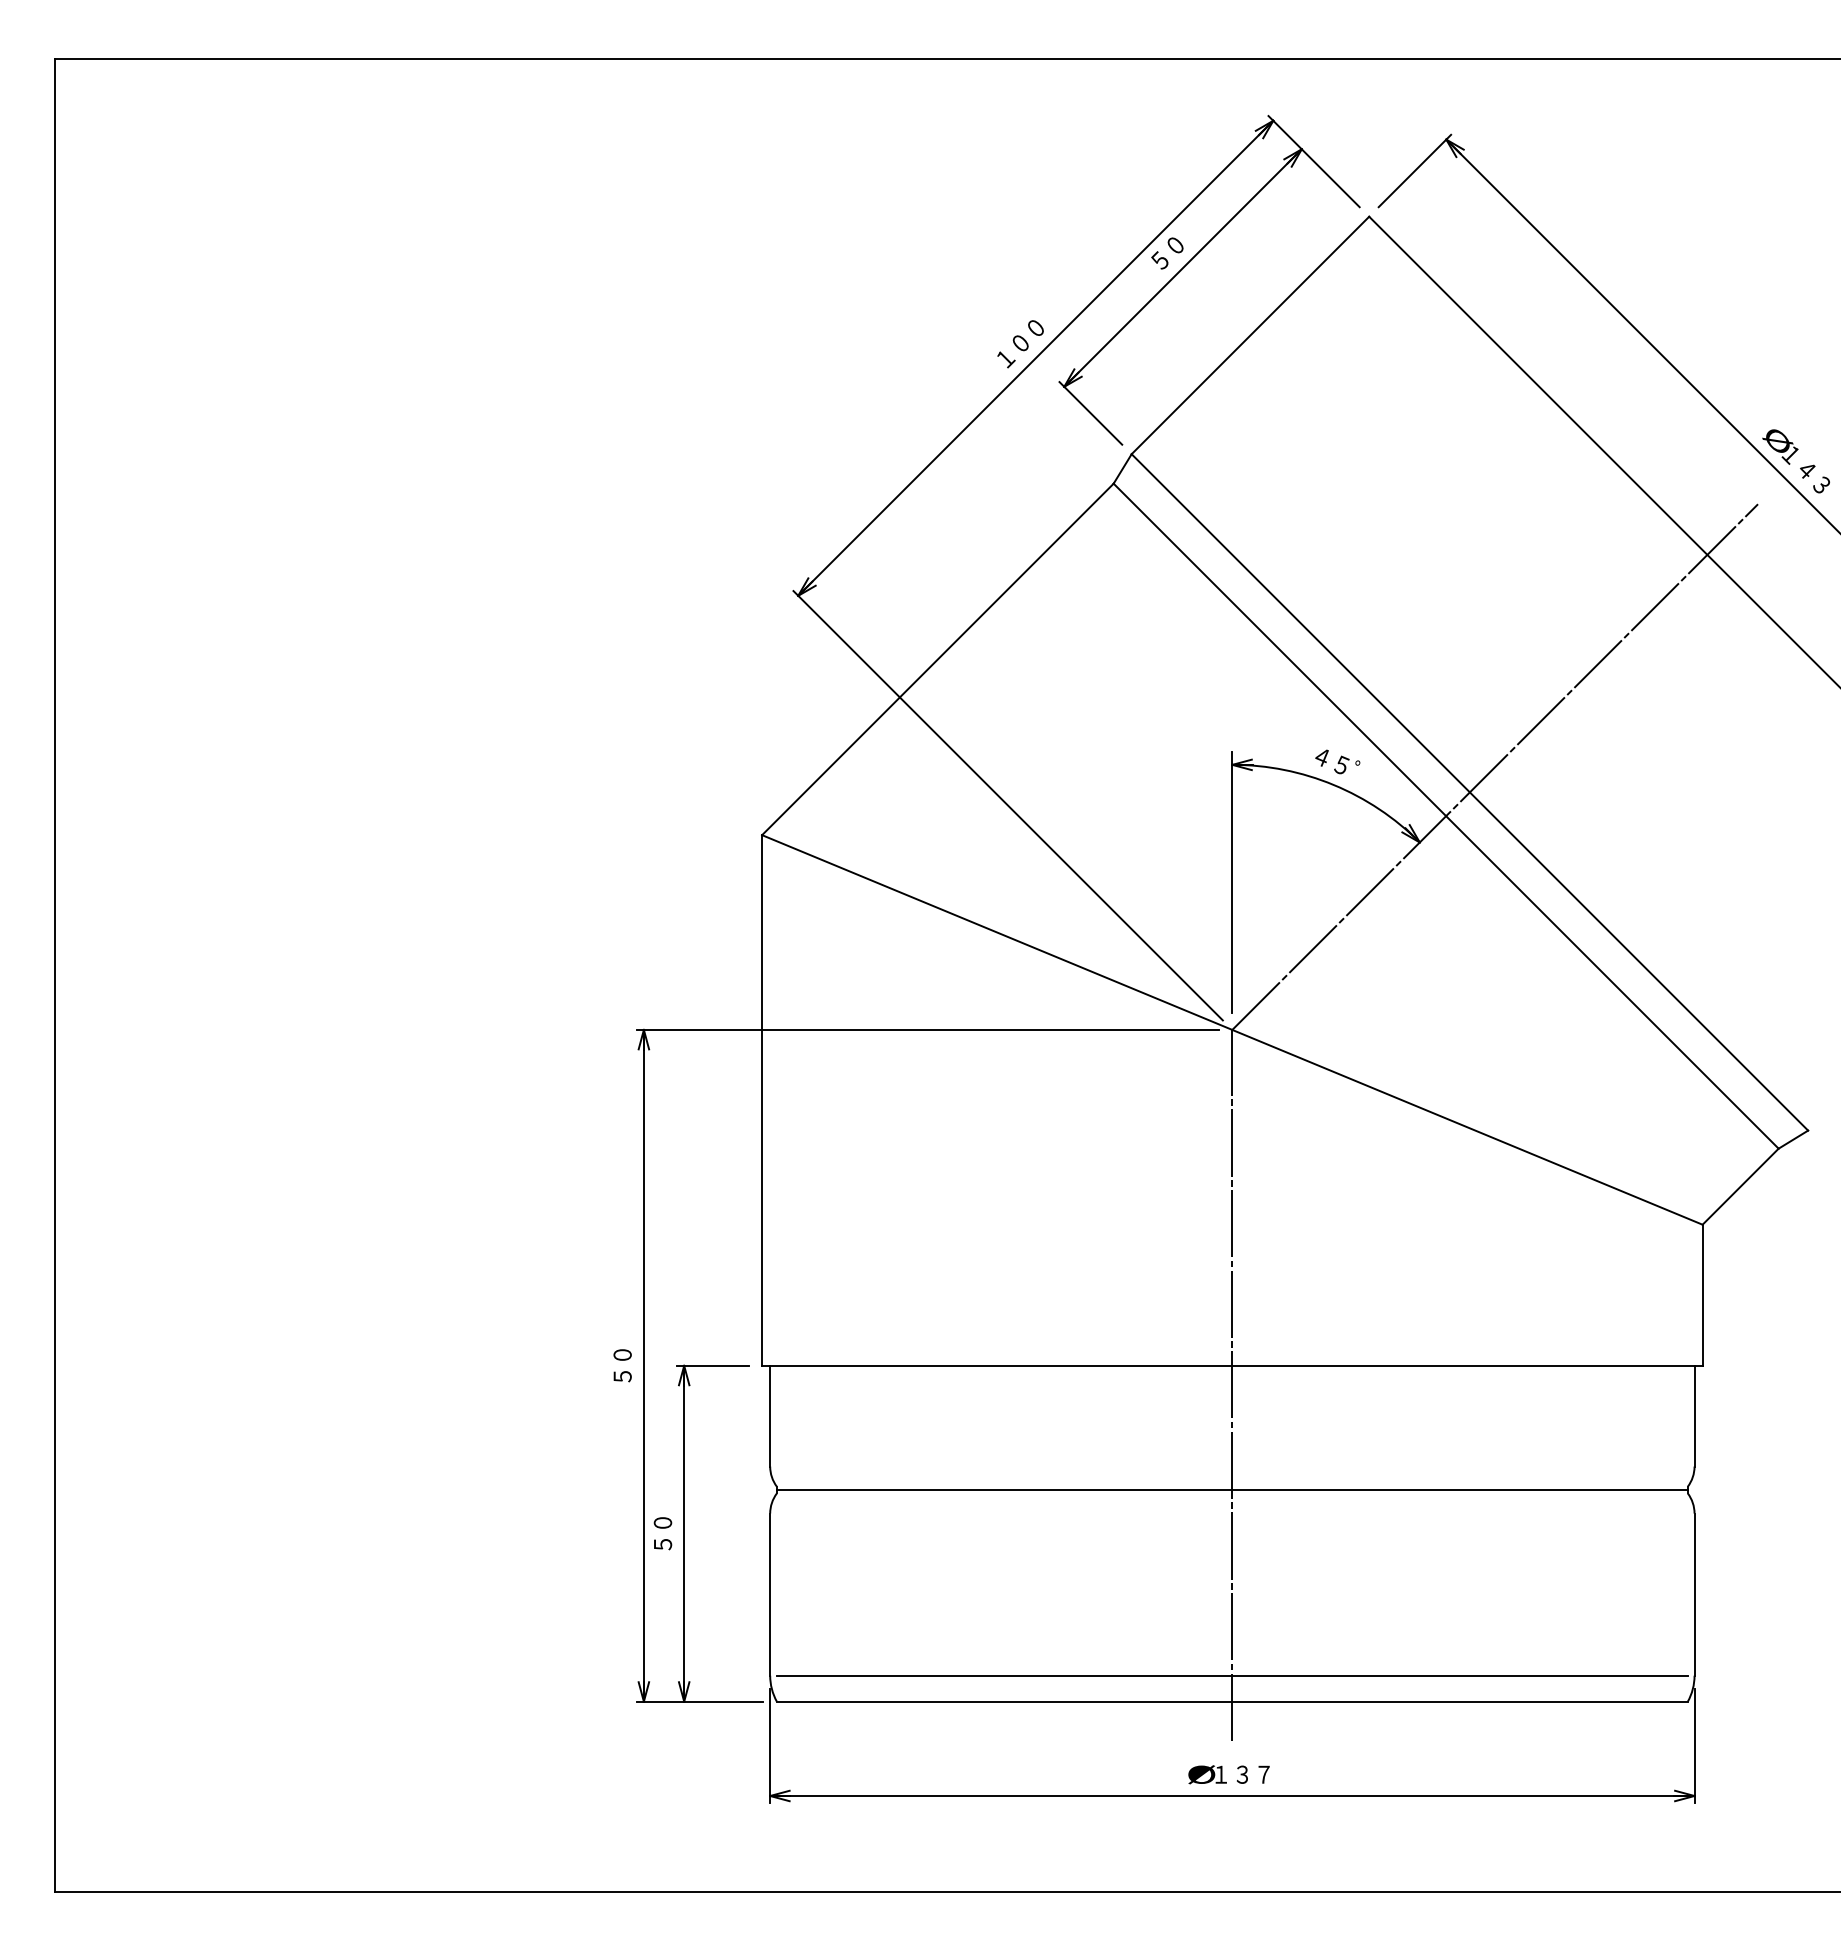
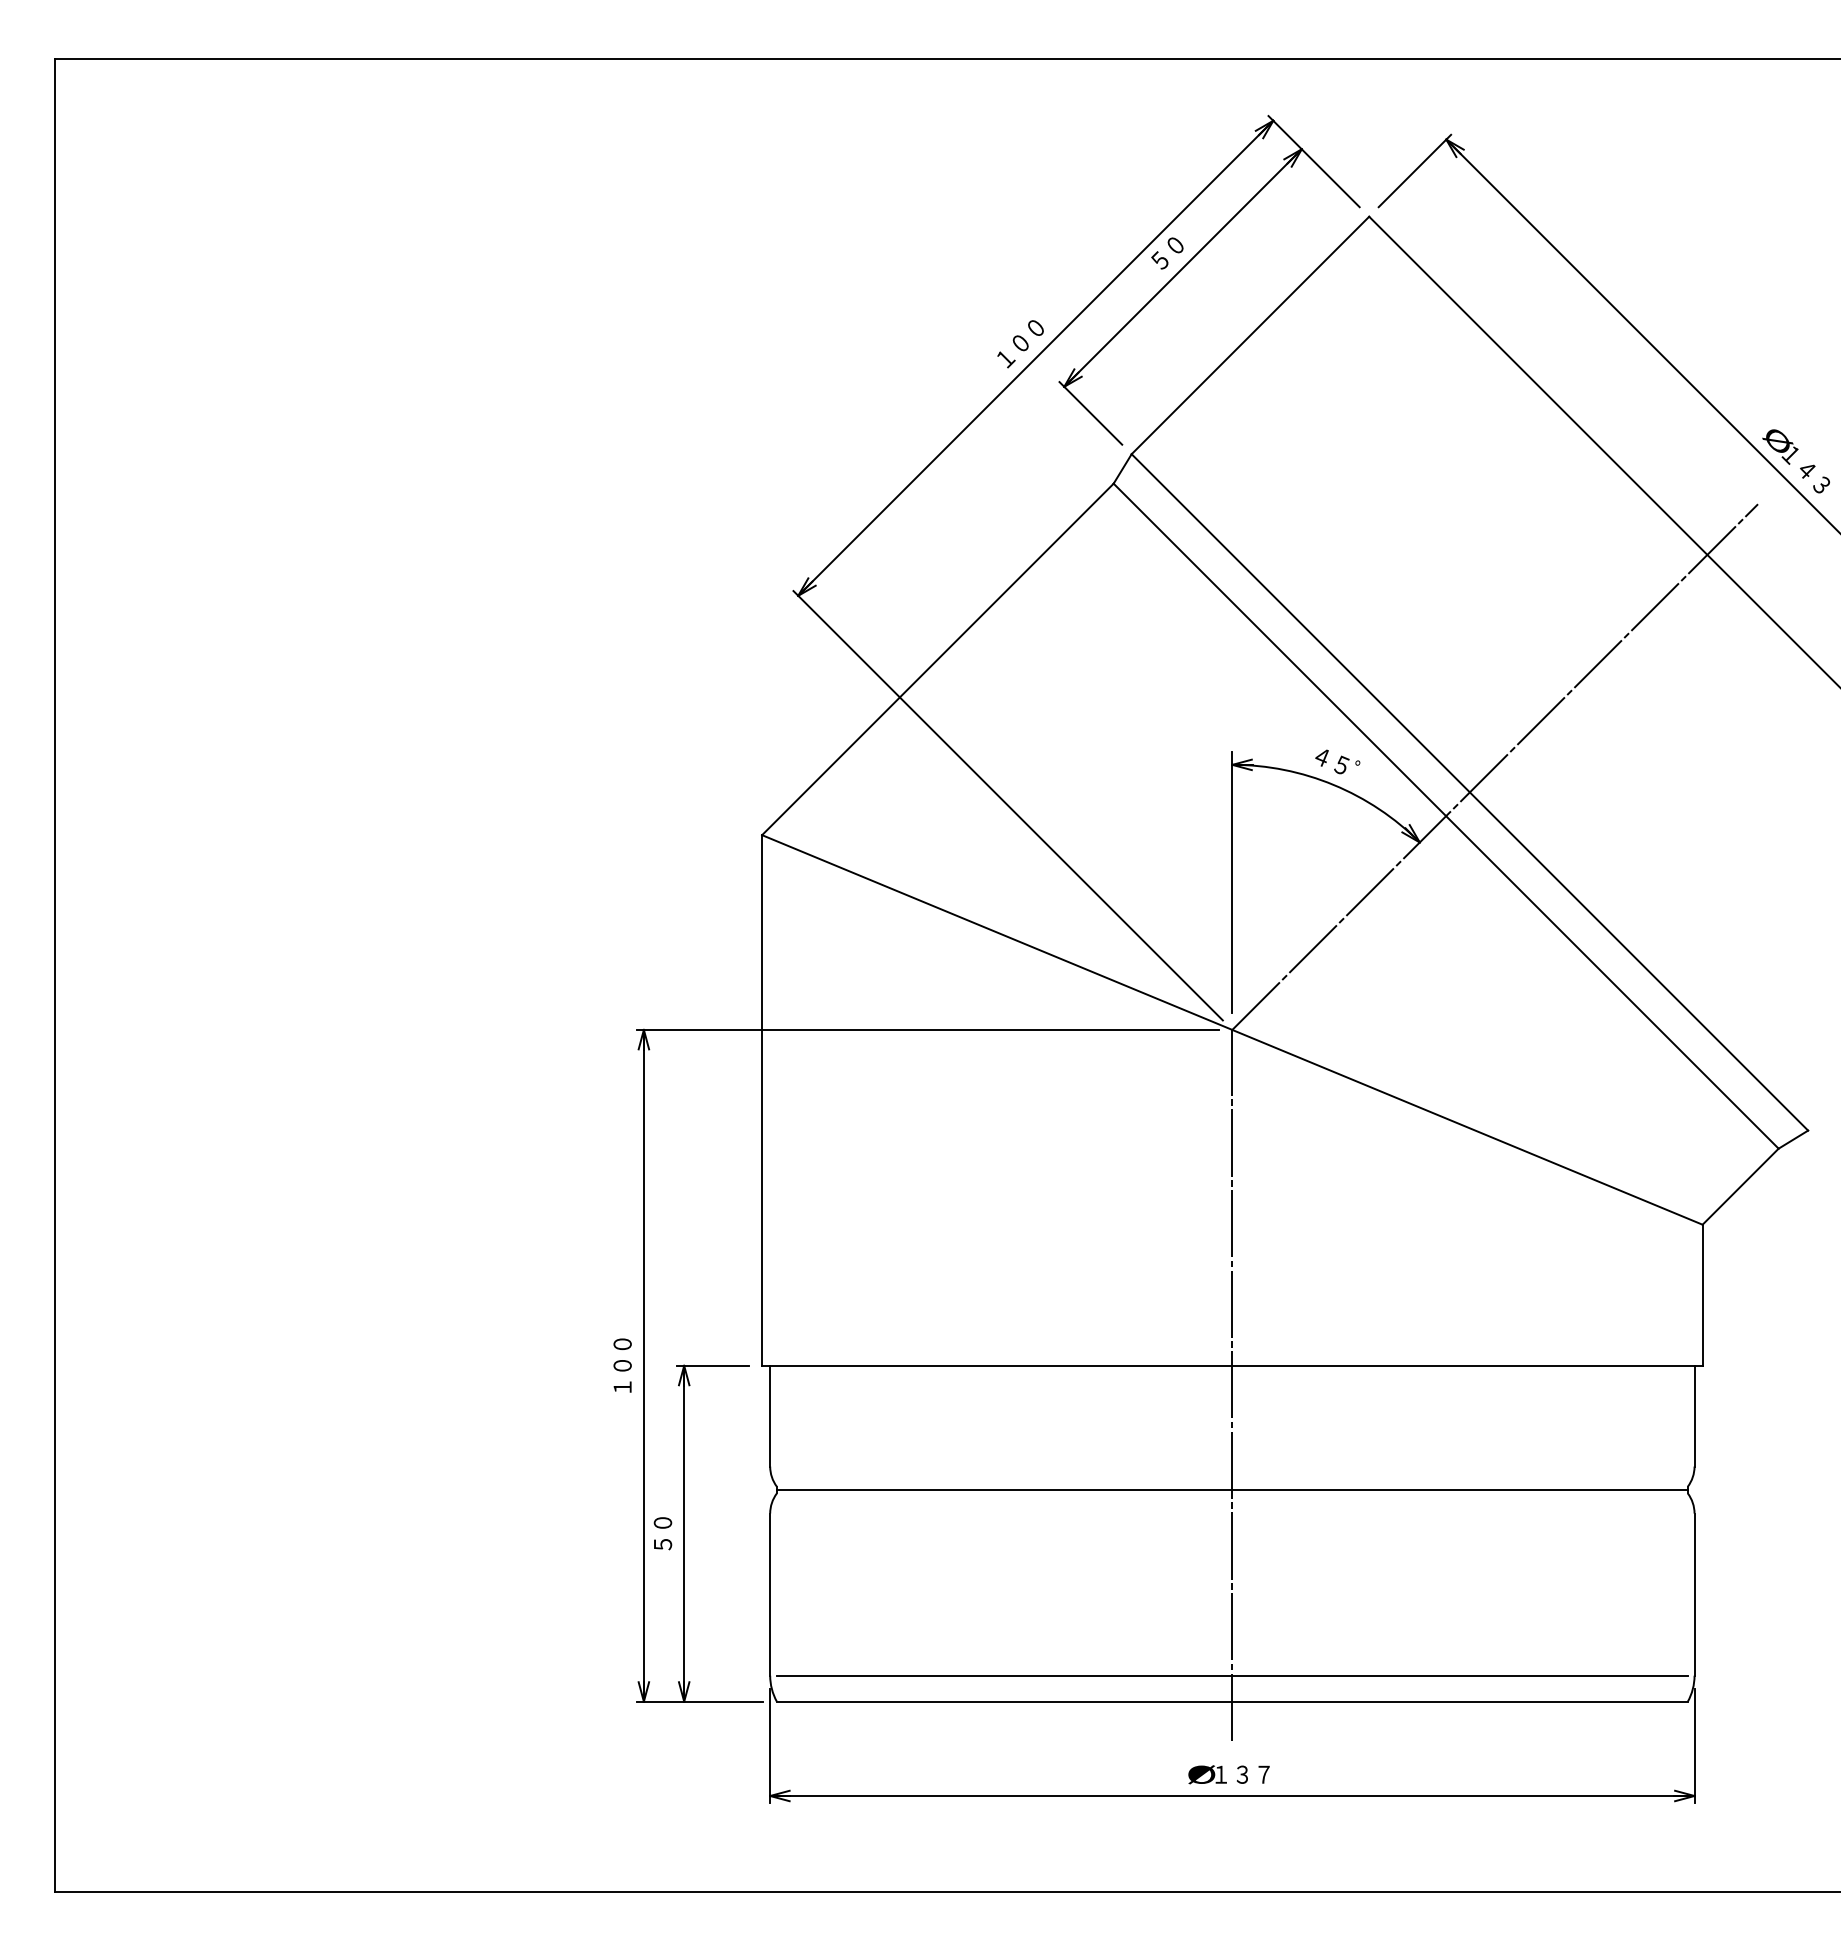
text at (622, 1365): ５０ -> １００
